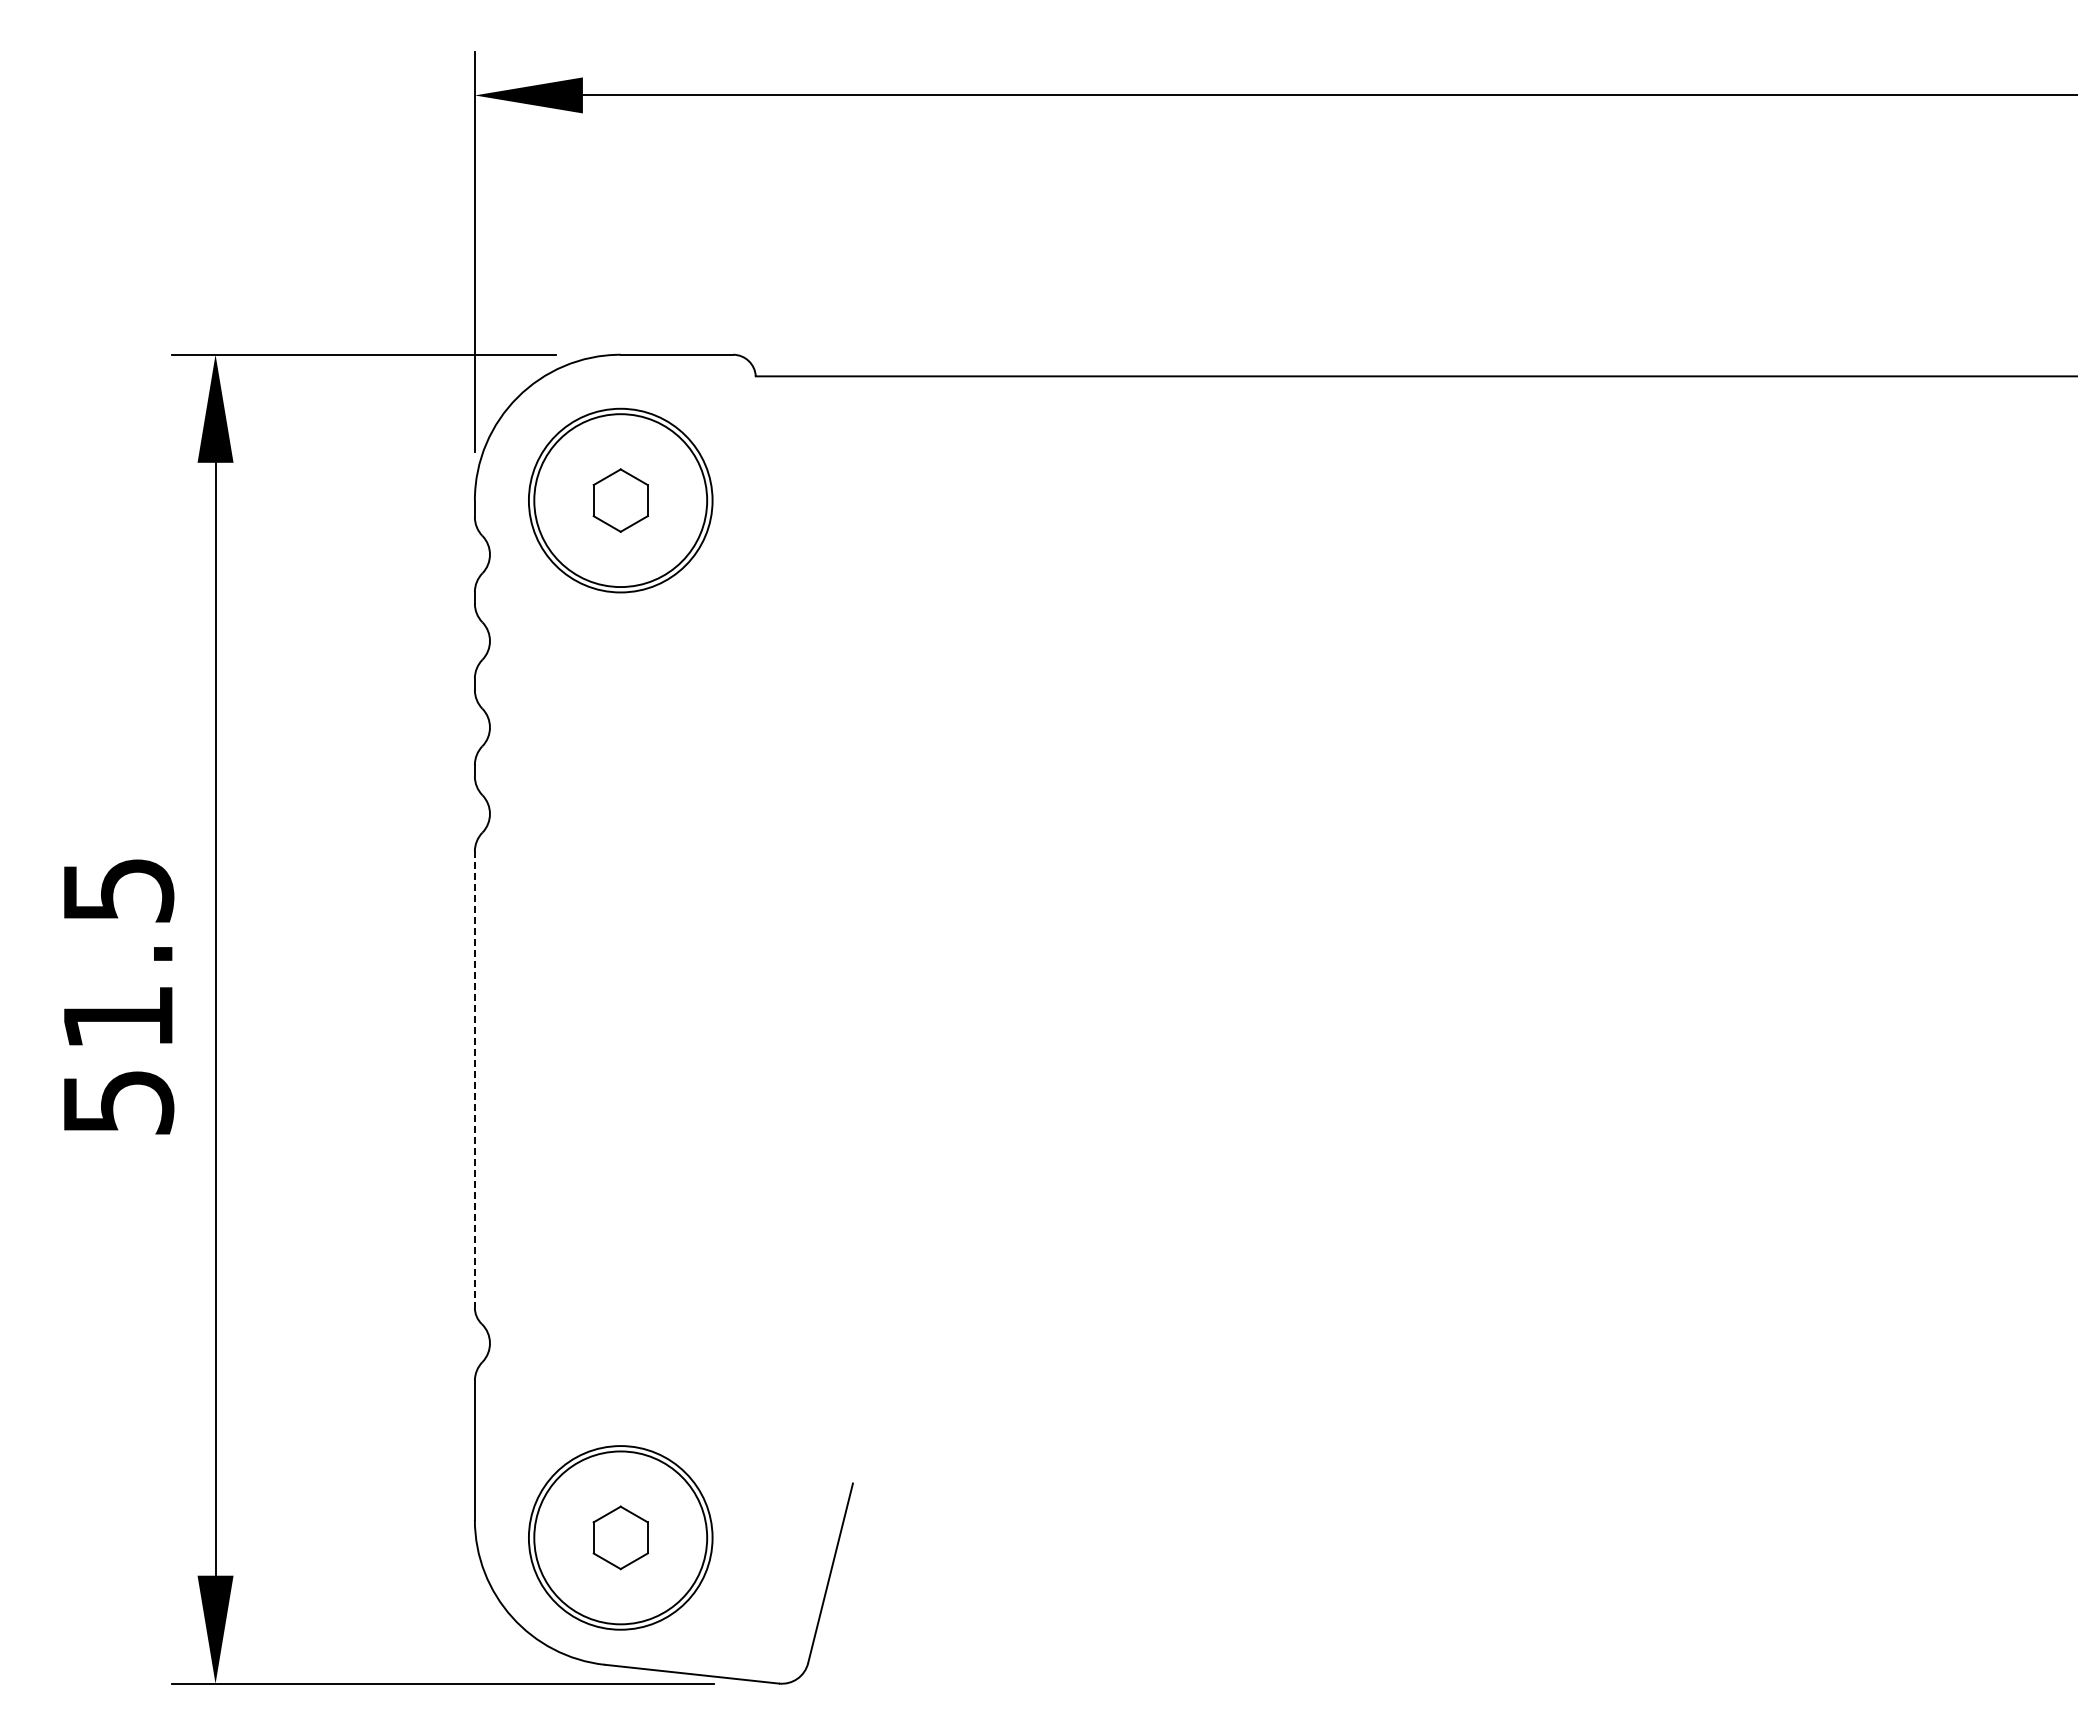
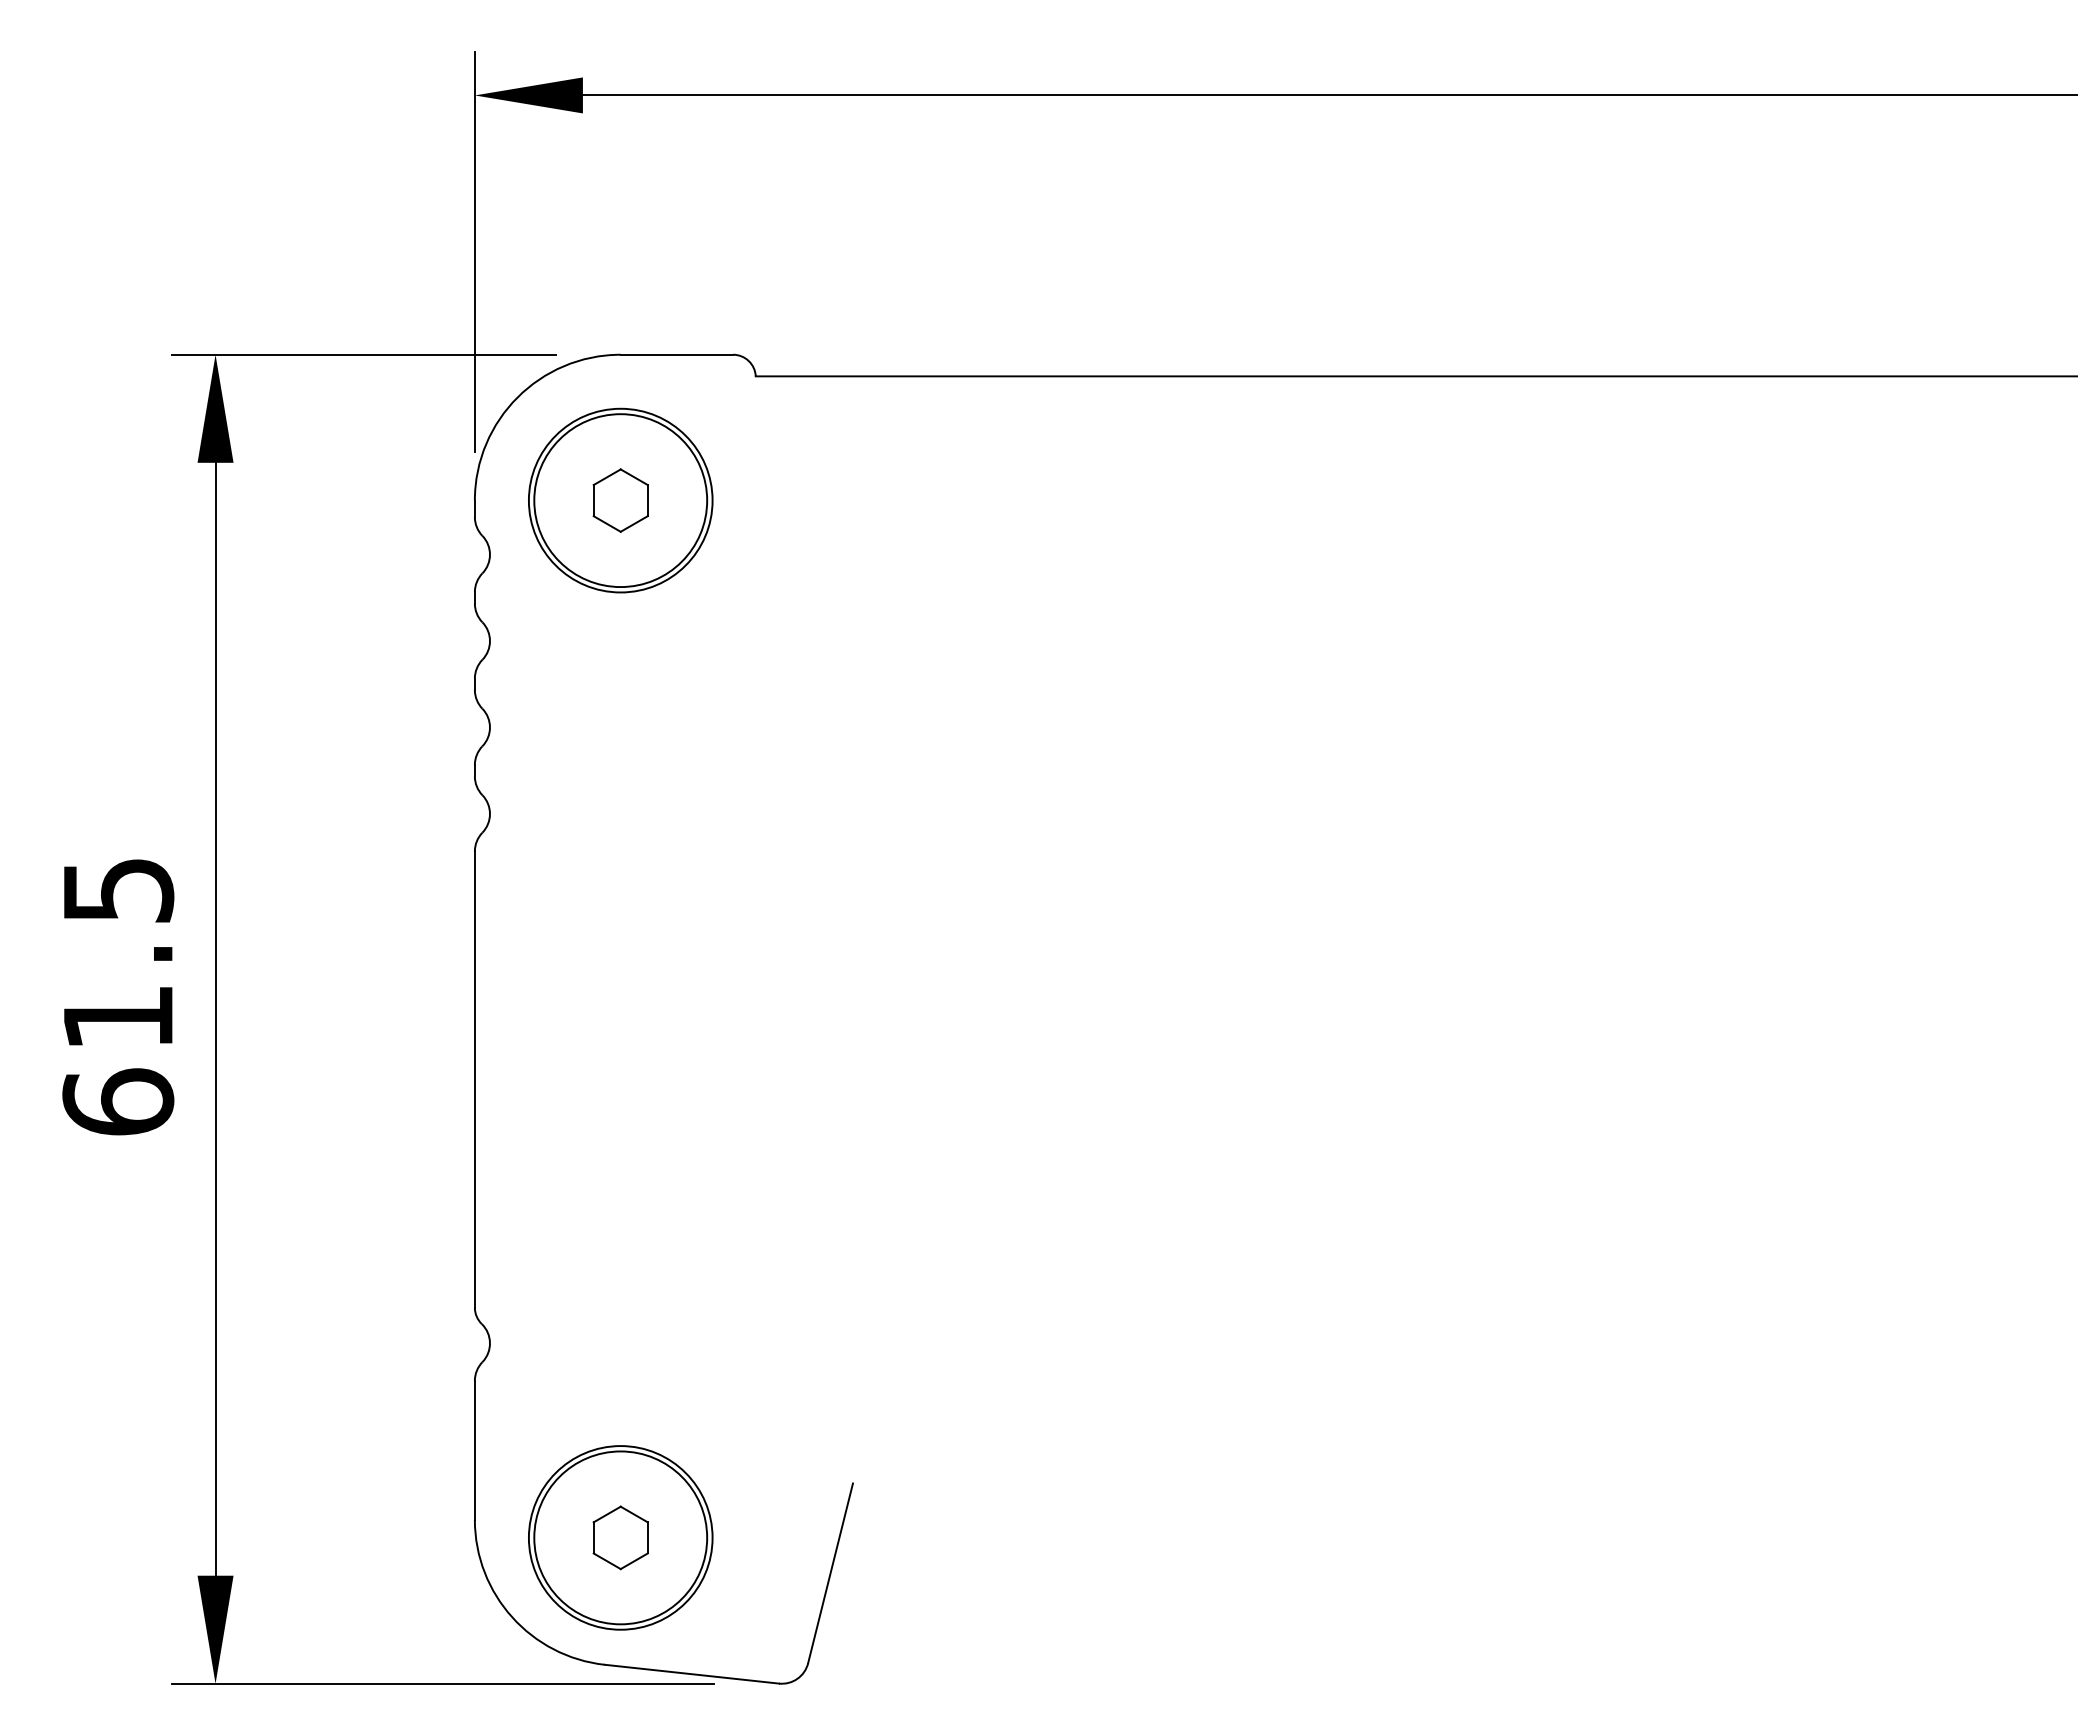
line at (474, 1080): dashed -> solid
text at (118, 1101): 51.5 -> 61.5
